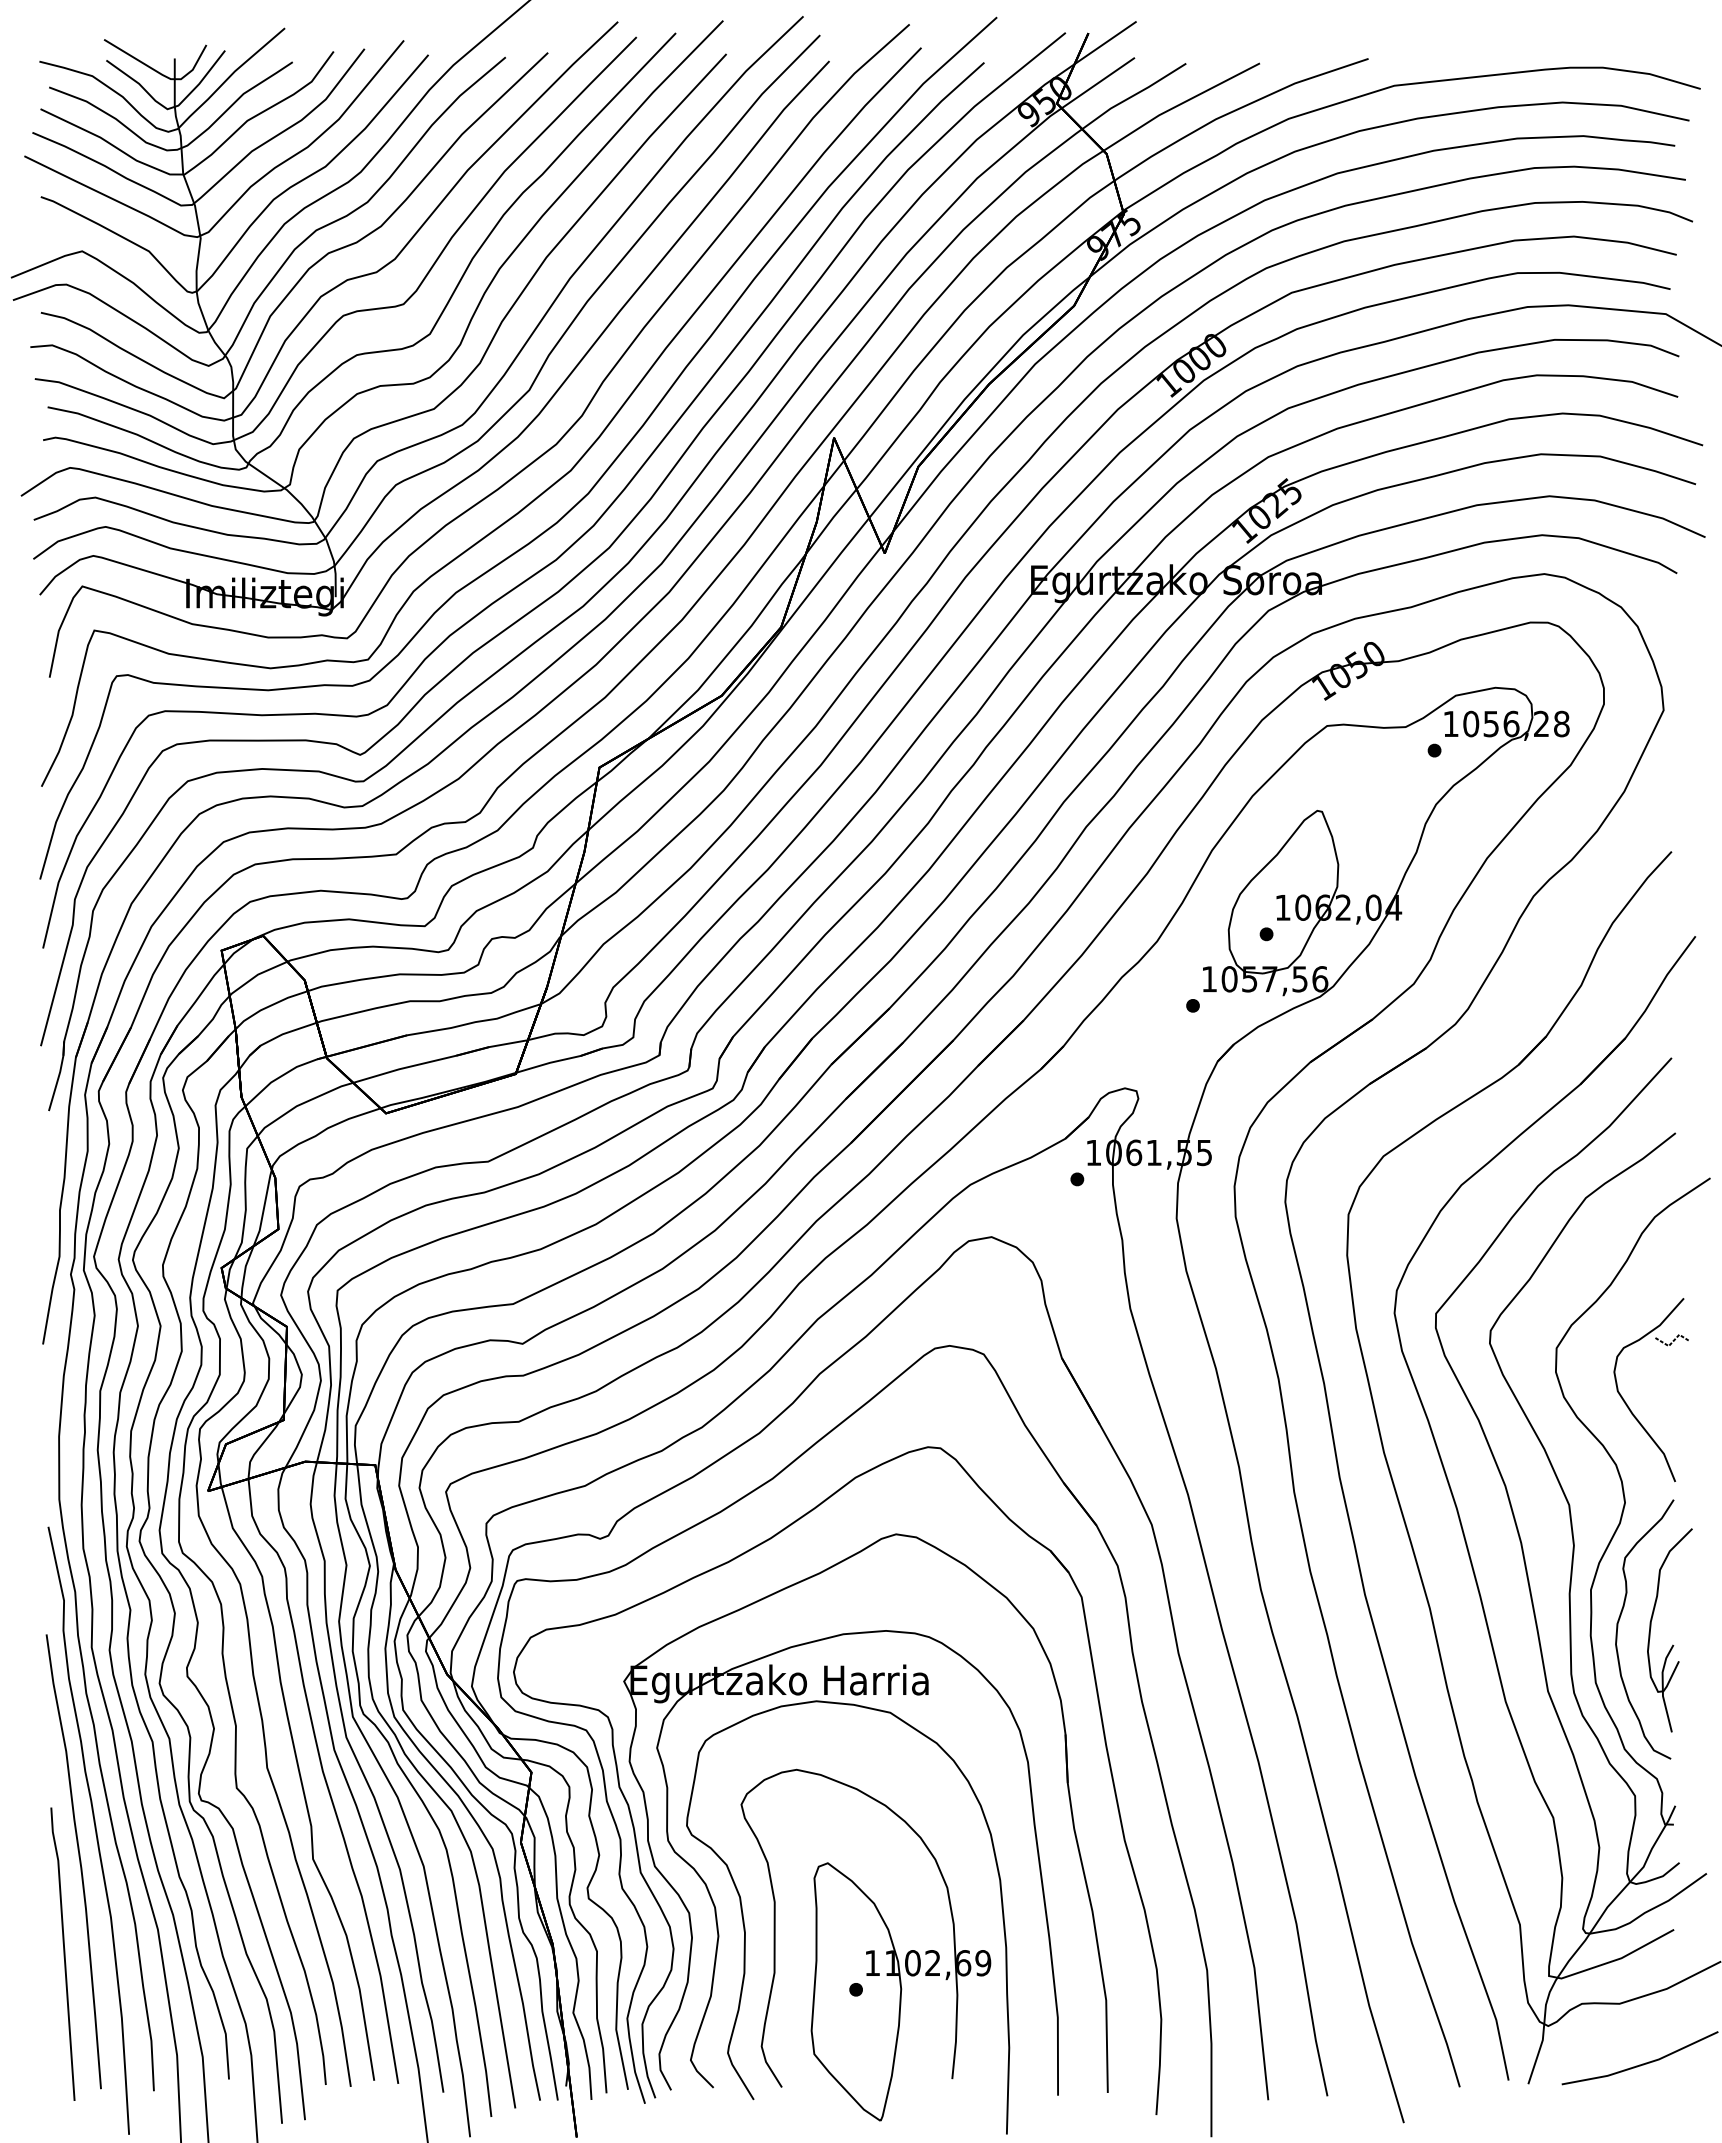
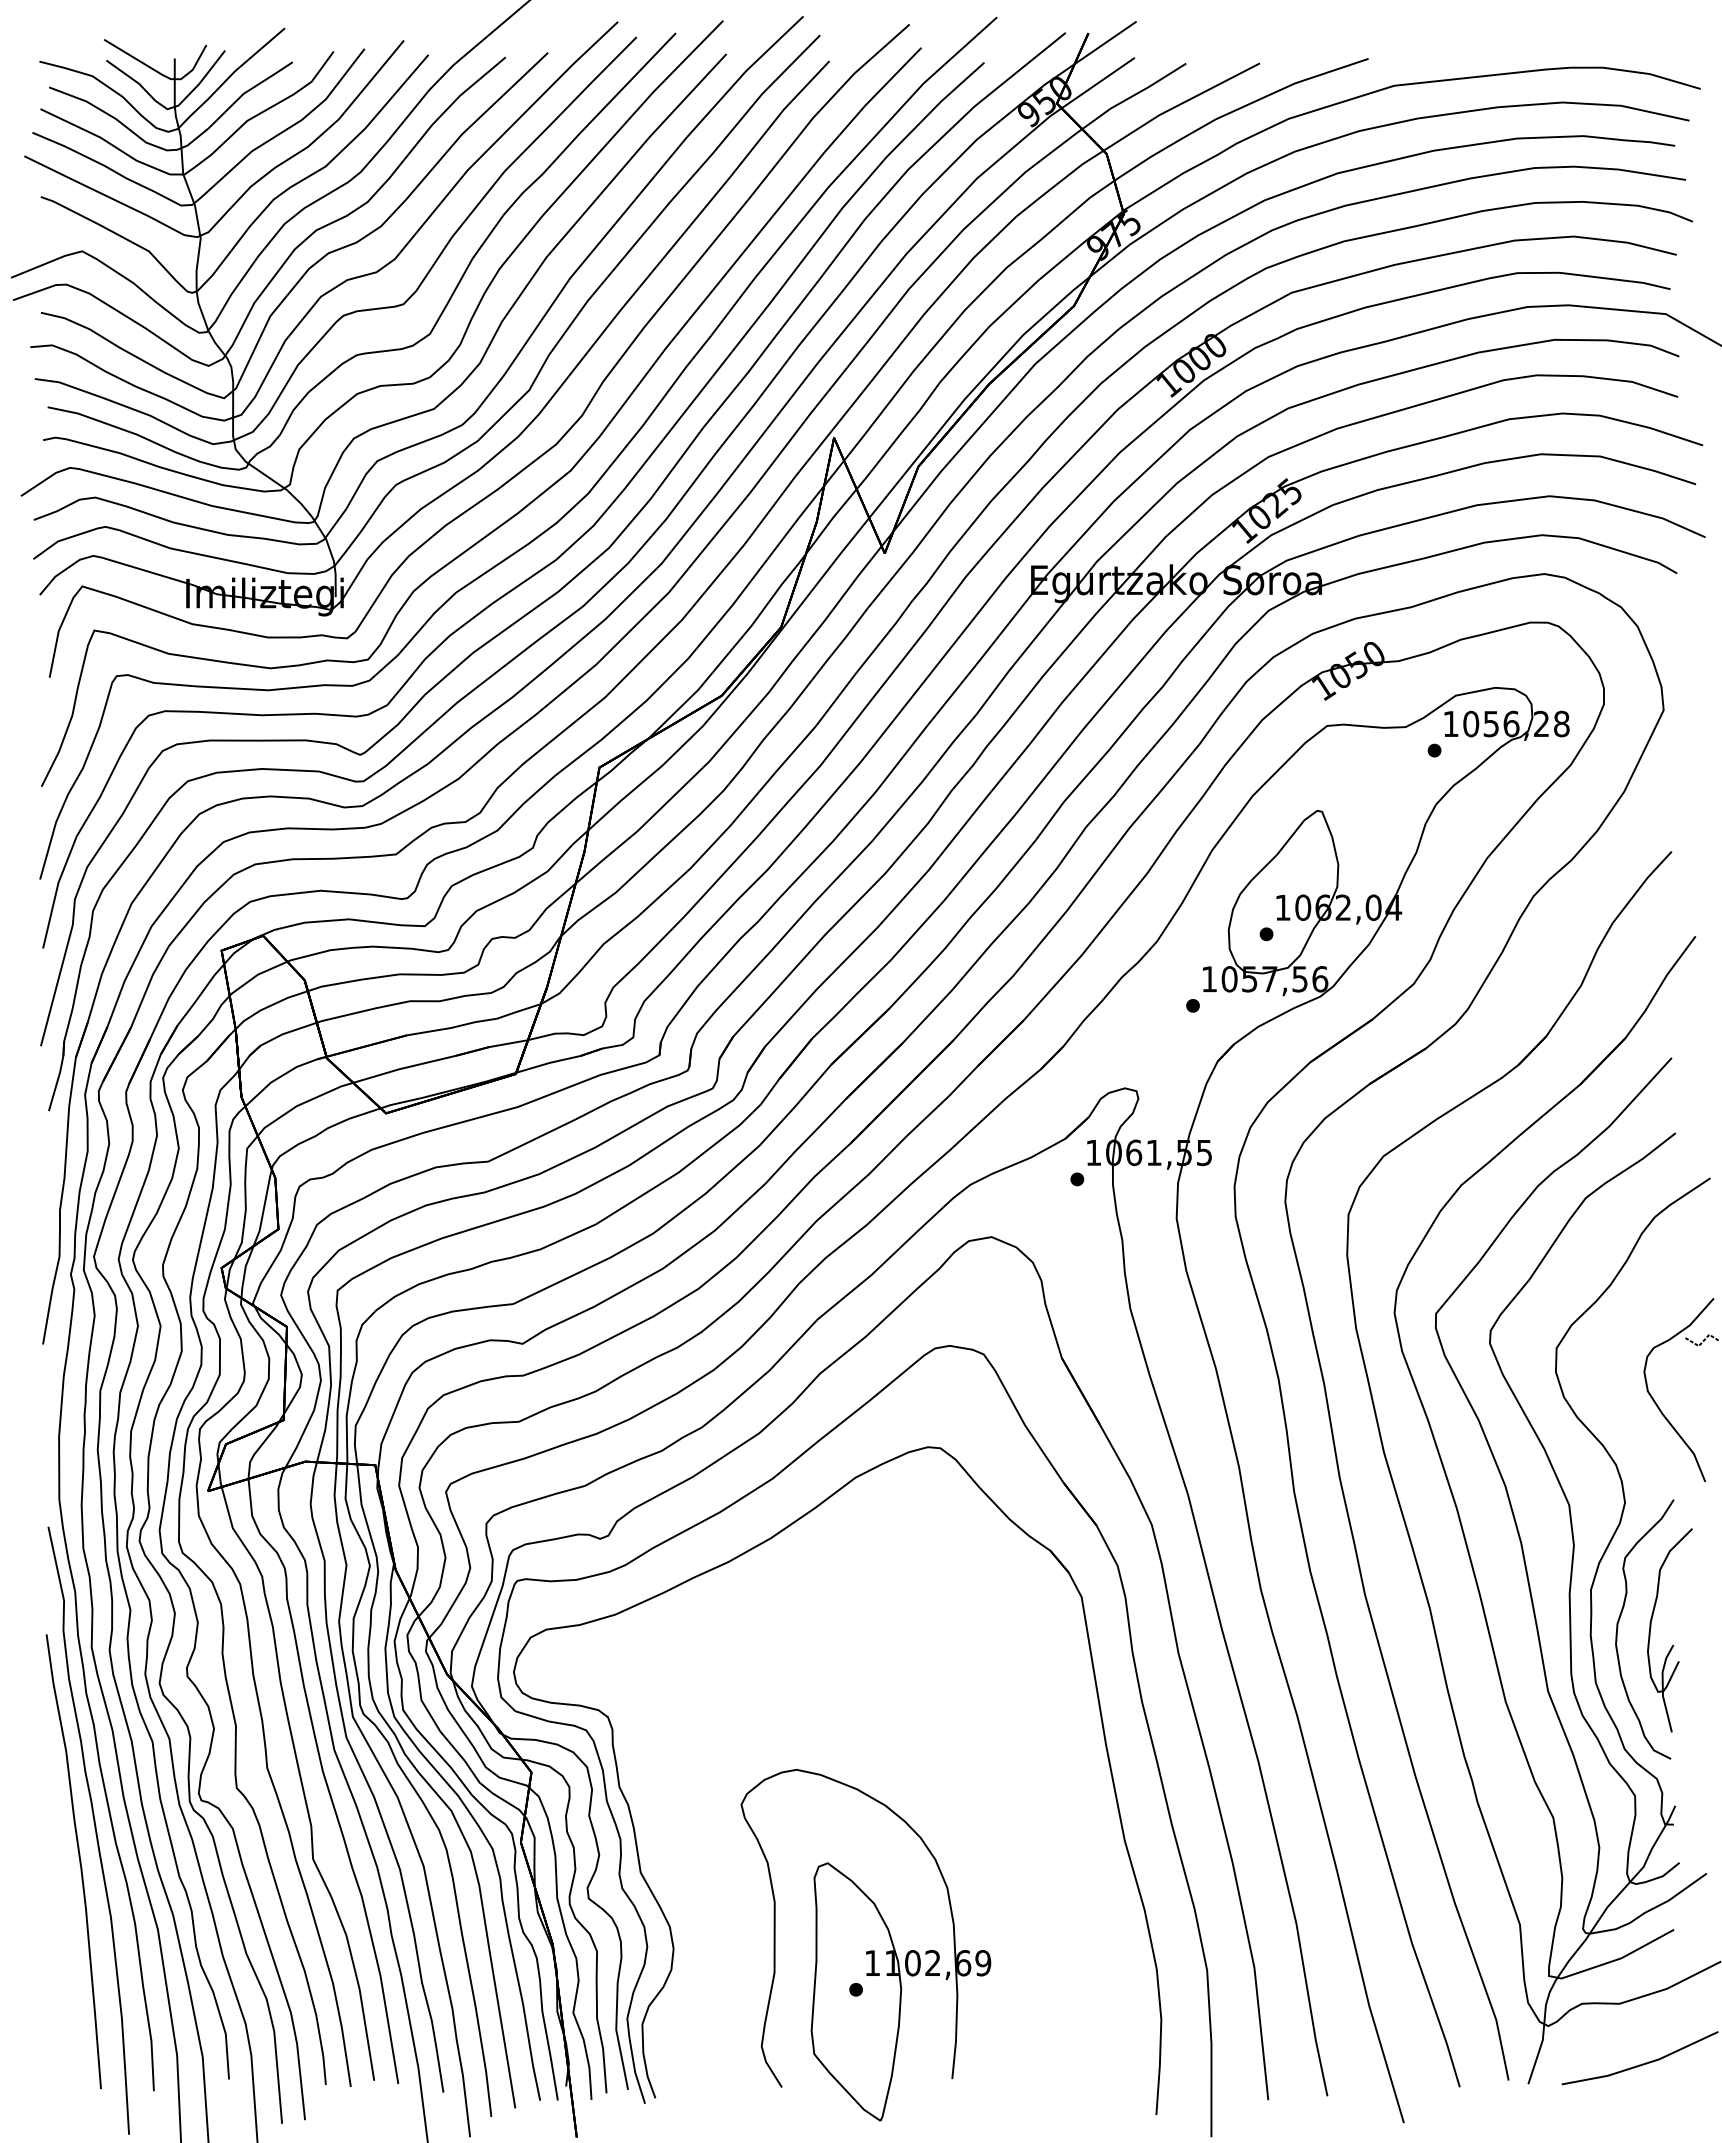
part at (1628, 1405) position: (1628, 1405) -> (1658, 1405)
part at (955, 1765): present -> none
line at (63, 1953): present -> none
